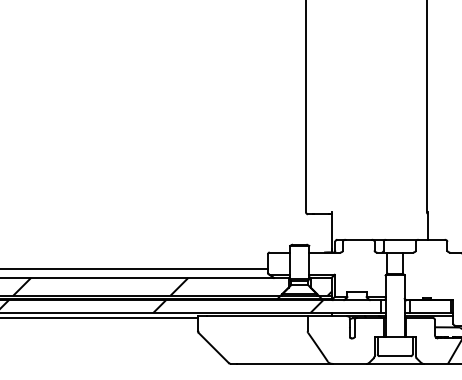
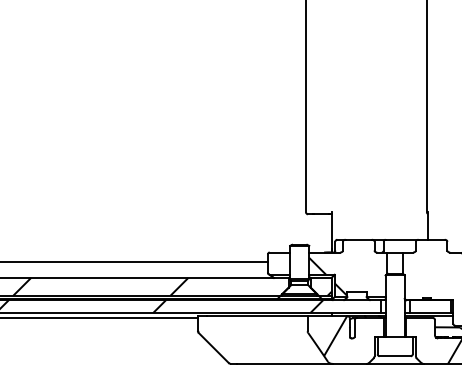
line at (134, 269) position: (134, 269) -> (134, 262)
hatch at (328, 276): none -> present
hatch at (335, 336): none -> present
